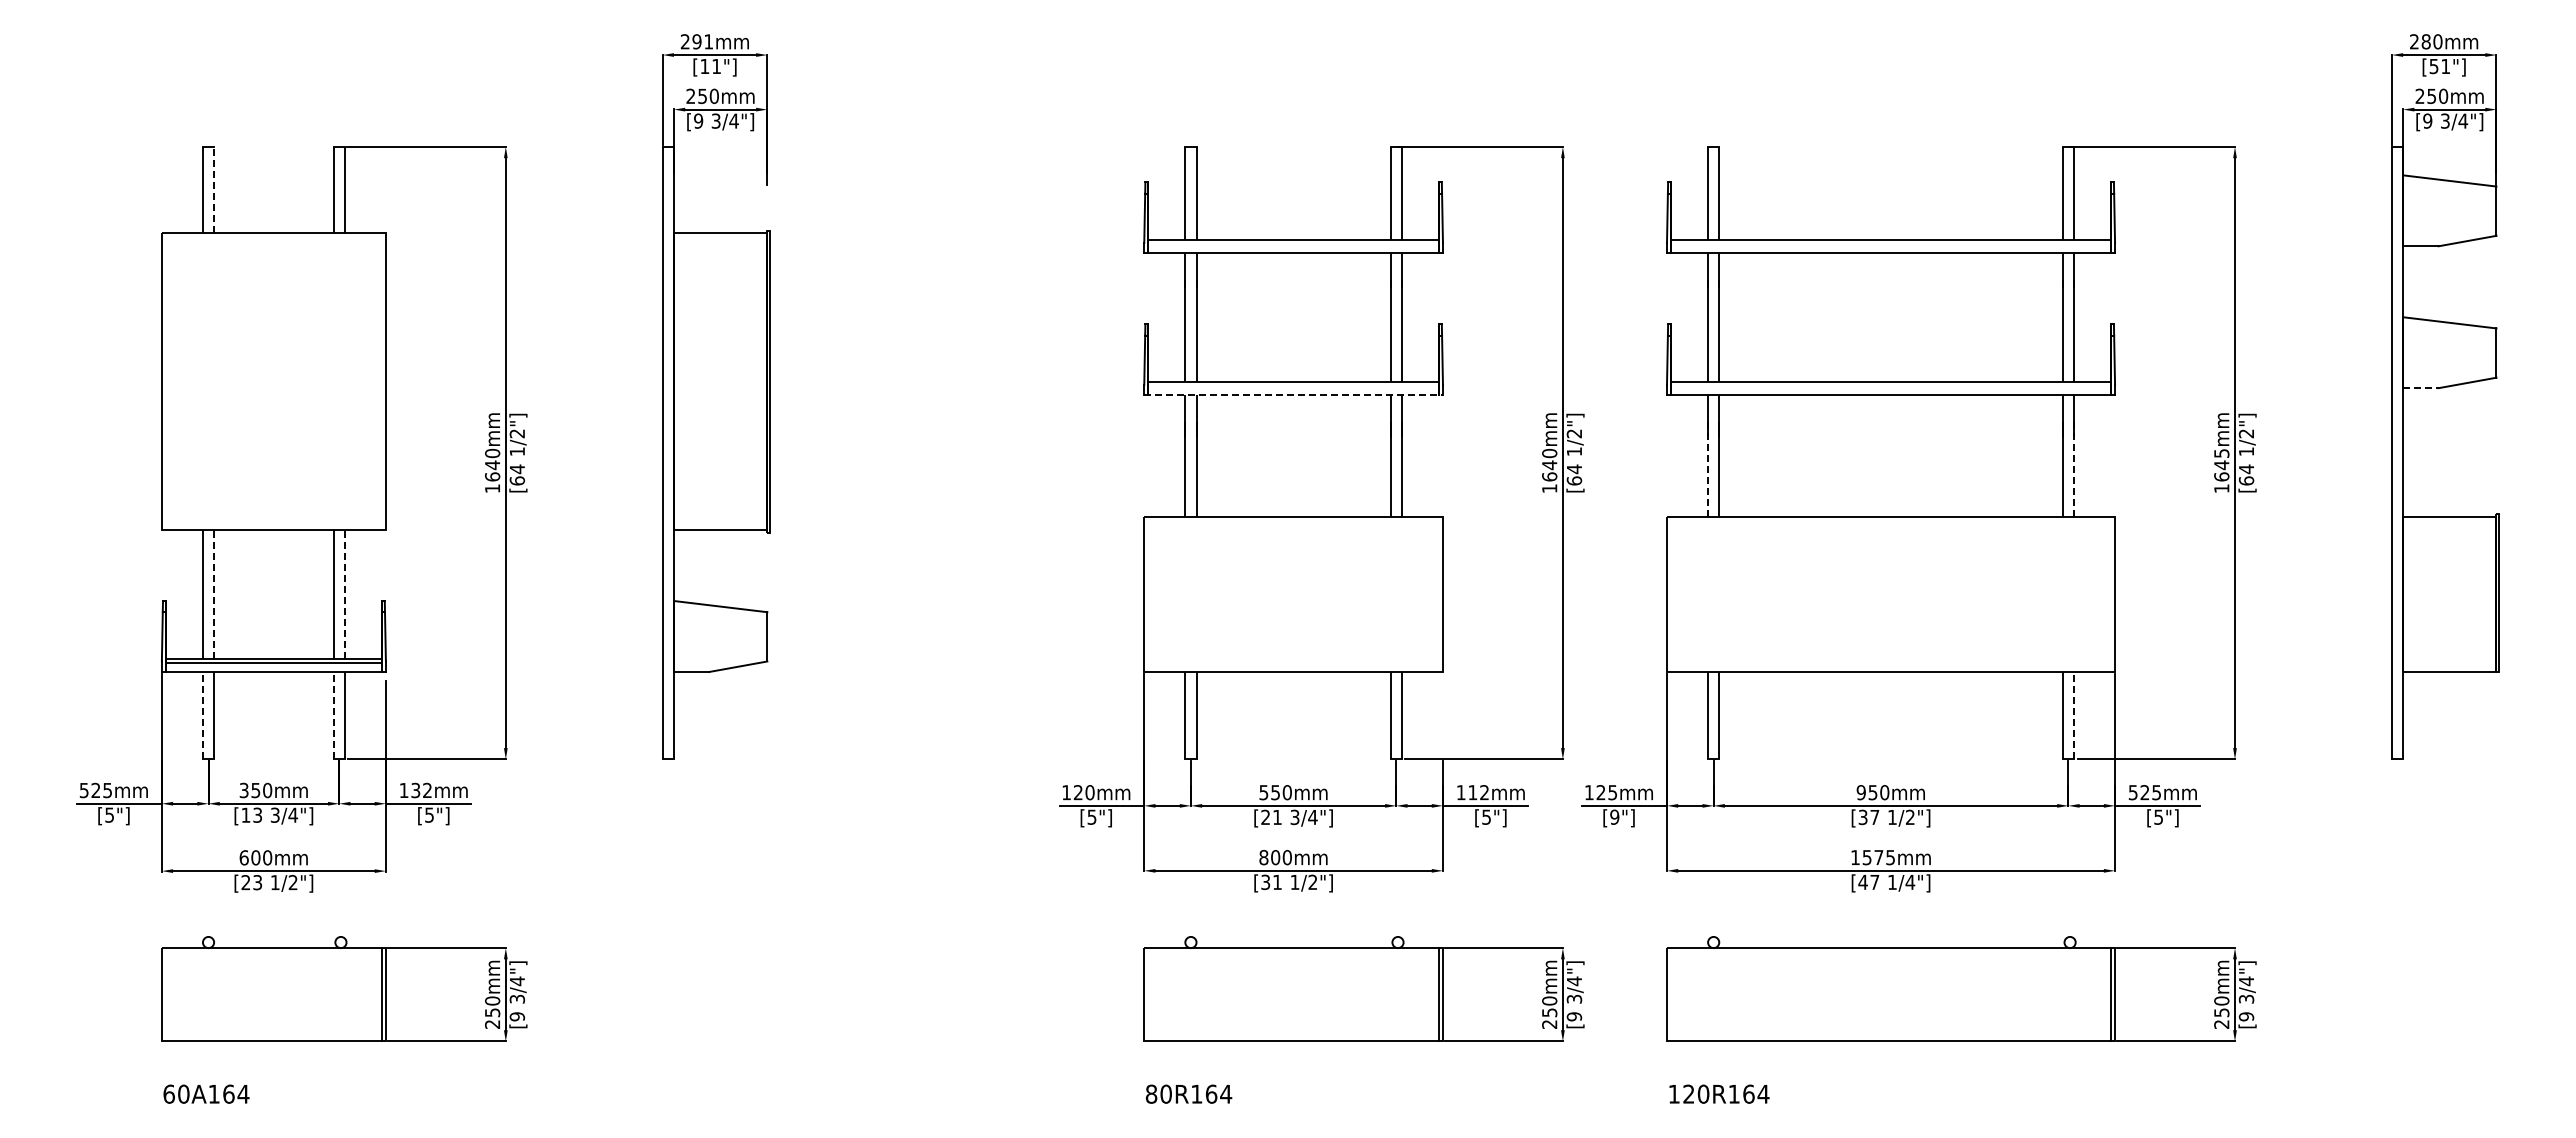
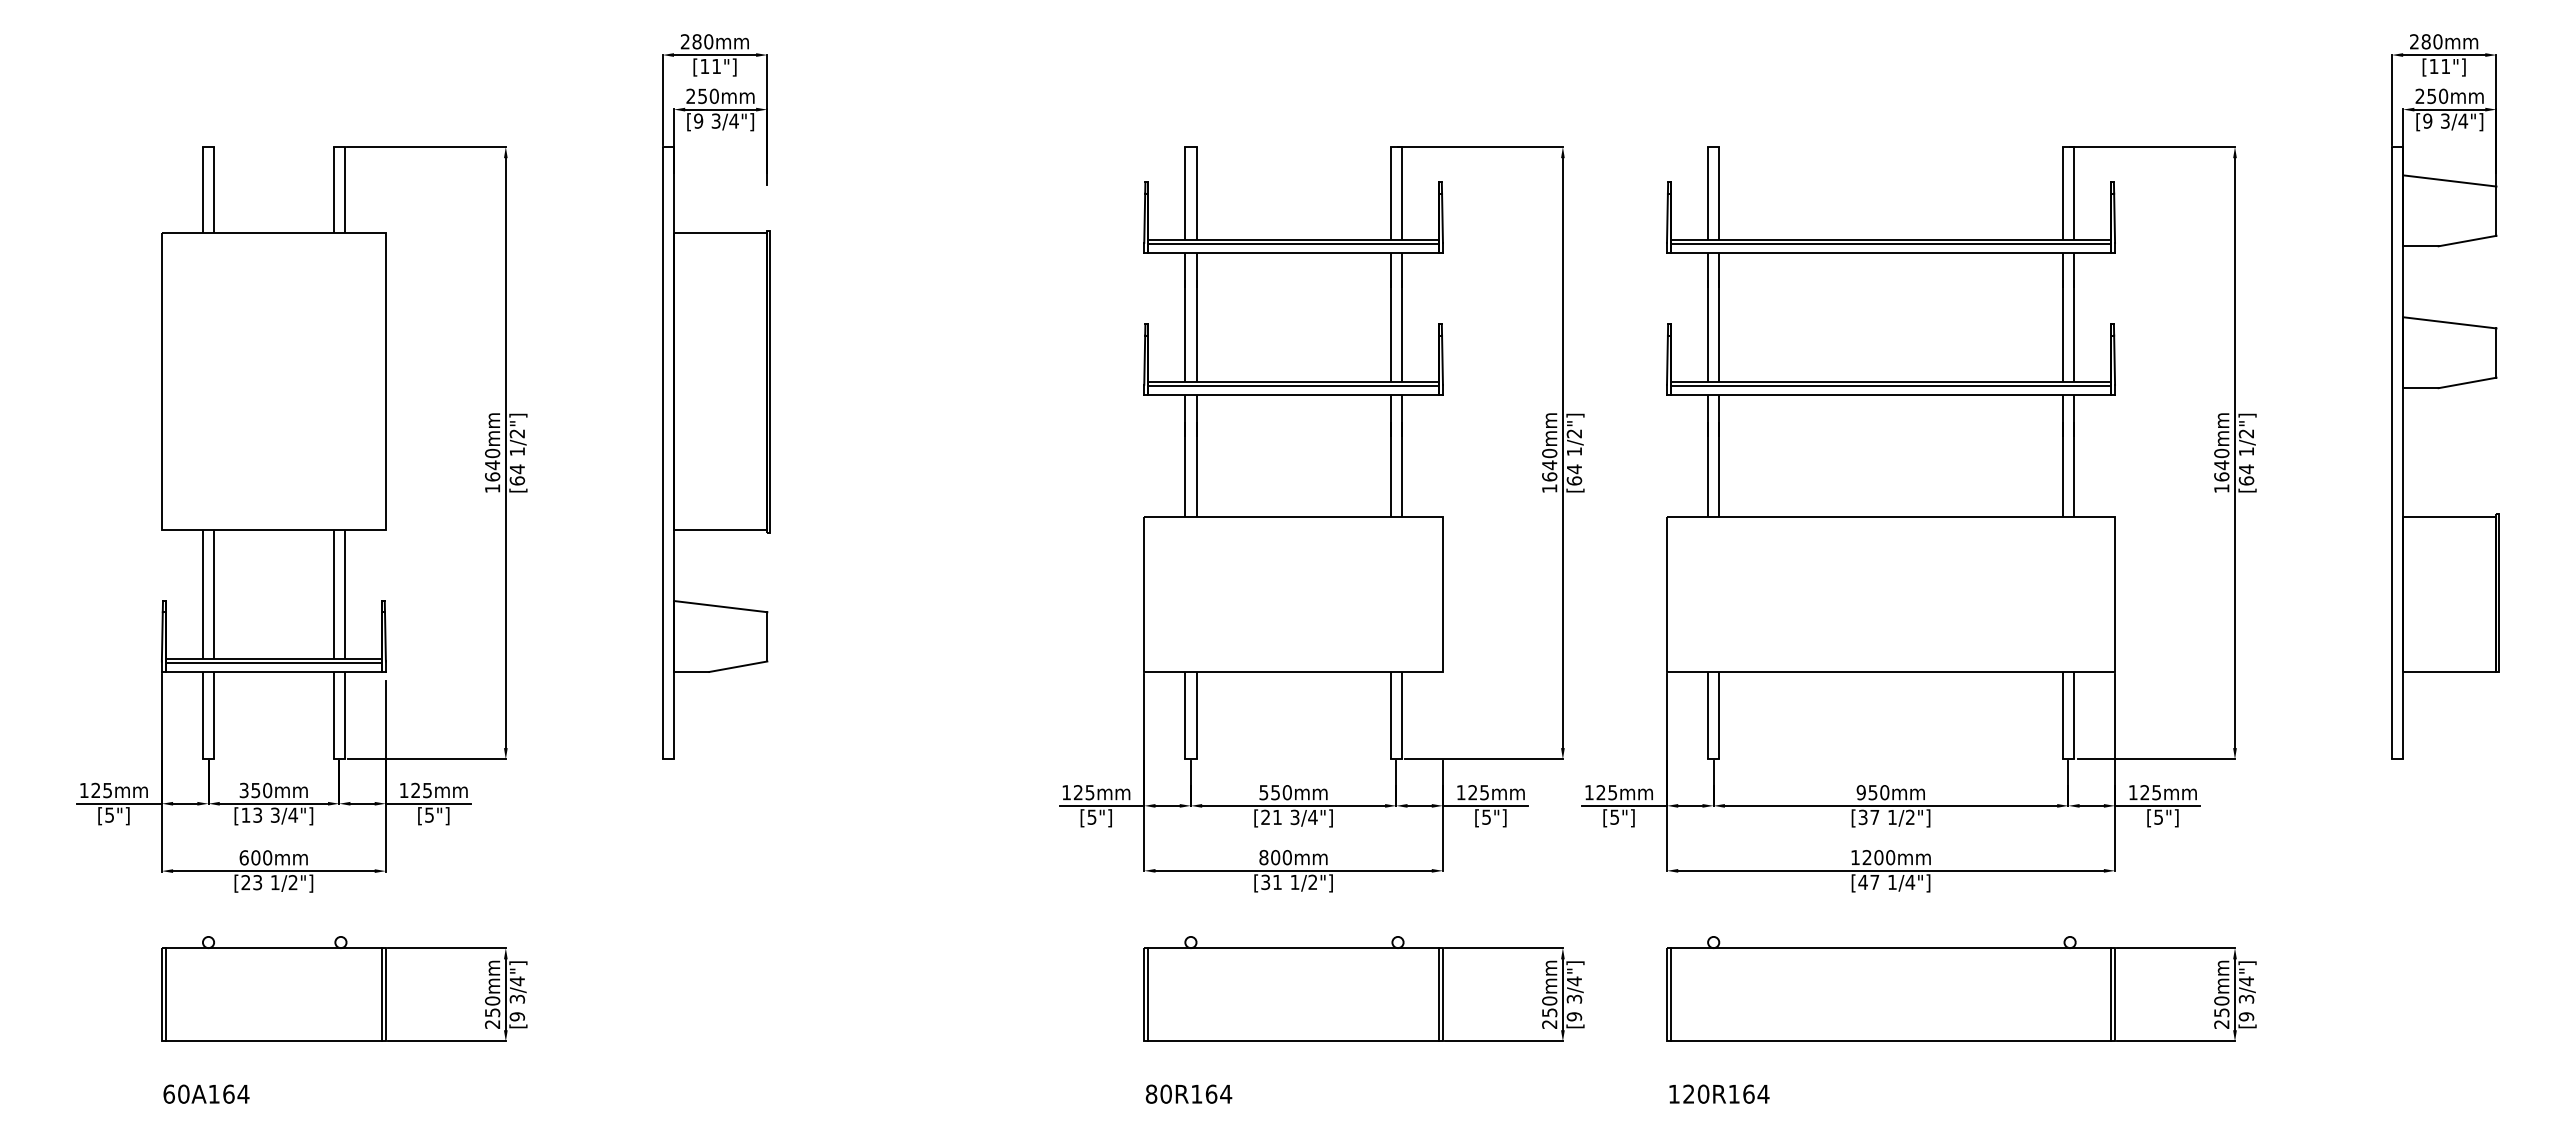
text at (702, 41): 291mm -> 280mm
text at (2433, 66): [51"] -> [11"]
line at (214, 189): dashed -> solid
line at (1293, 244): none -> present
line at (1890, 244): none -> present
line at (1293, 385): none -> present
line at (1890, 385): none -> present
line at (2420, 388): dashed -> solid
line at (1294, 395): dashed -> solid
text at (2221, 453): 1645mm -> 1640mm
line at (1708, 469): dashed -> solid
line at (2073, 469): dashed -> solid
line at (214, 593): dashed -> solid
line at (344, 593): dashed -> solid
line at (202, 715): dashed -> solid
line at (333, 715): dashed -> solid
line at (2073, 715): dashed -> solid
text at (83, 790): 525mm -> 125mm
text at (421, 790): 132mm -> 125mm
text at (1089, 792): 120mm -> 125mm
text at (1478, 792): 112mm -> 125mm
text at (2132, 792): 525mm -> 125mm
text at (1614, 816): [9"] -> [5"]
text at (1878, 857): 1575mm -> 1200mm
line at (165, 994): none -> present
line at (1148, 994): none -> present
line at (1670, 994): none -> present
